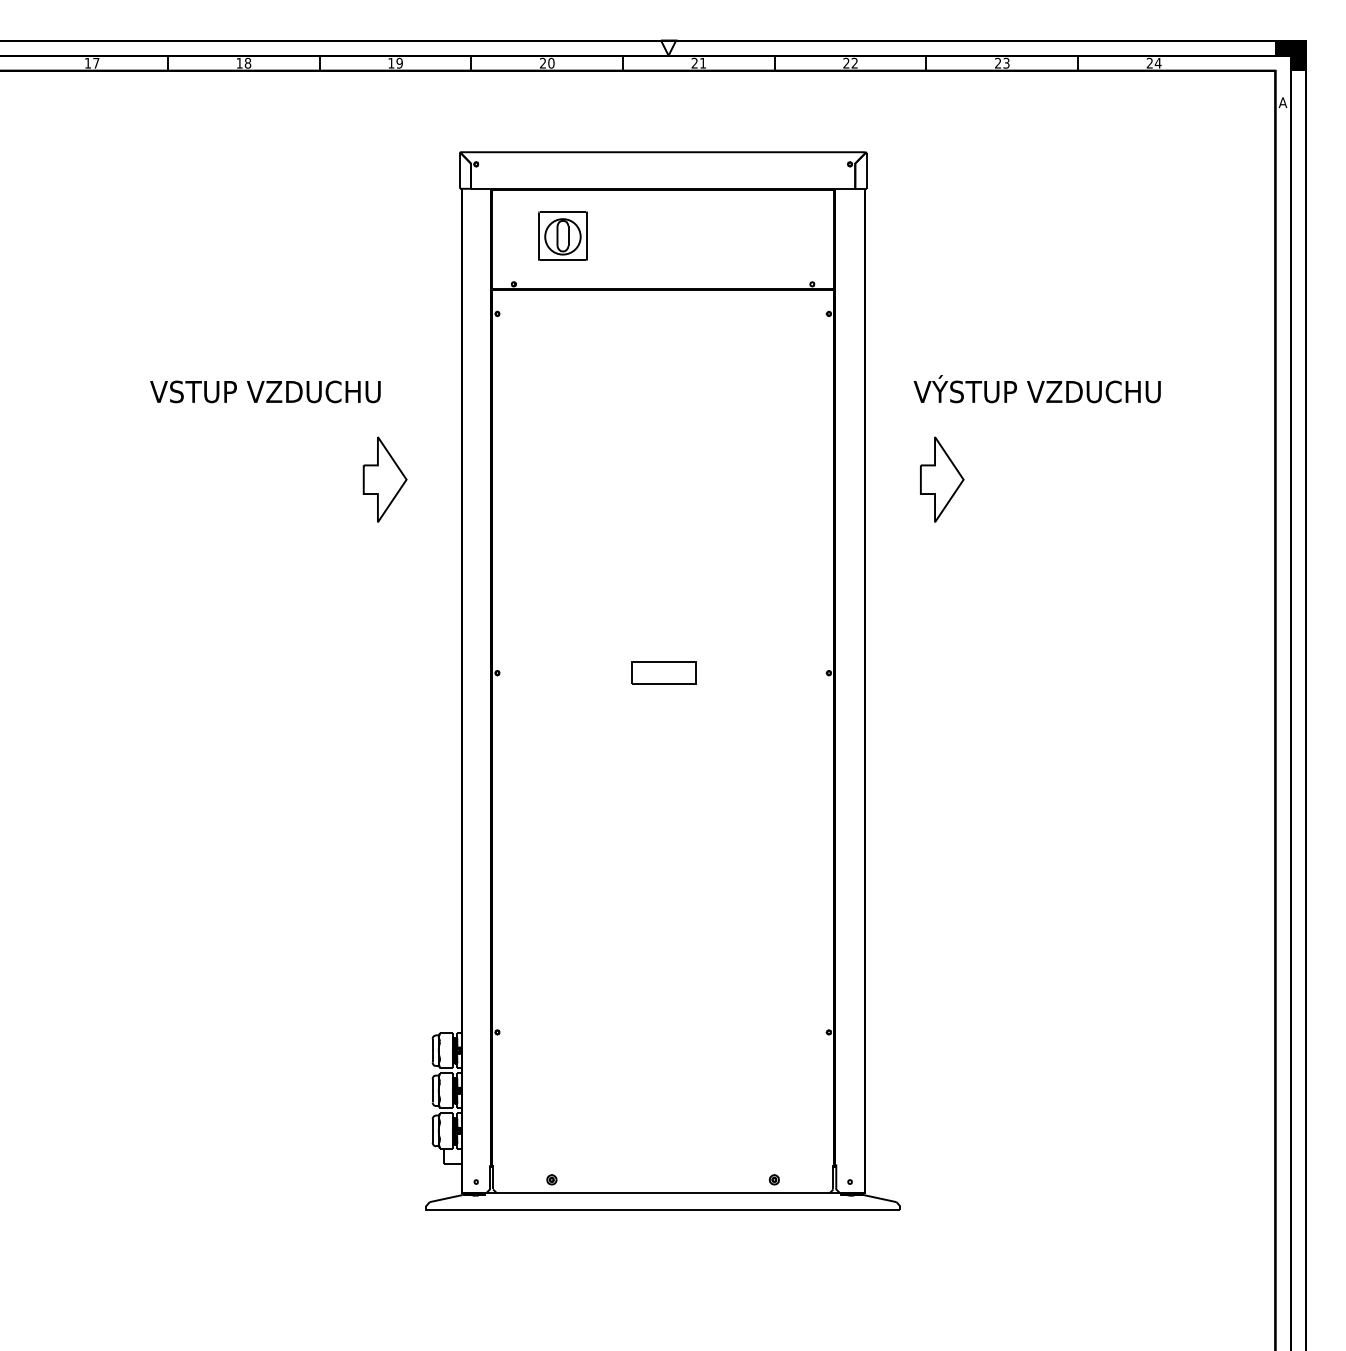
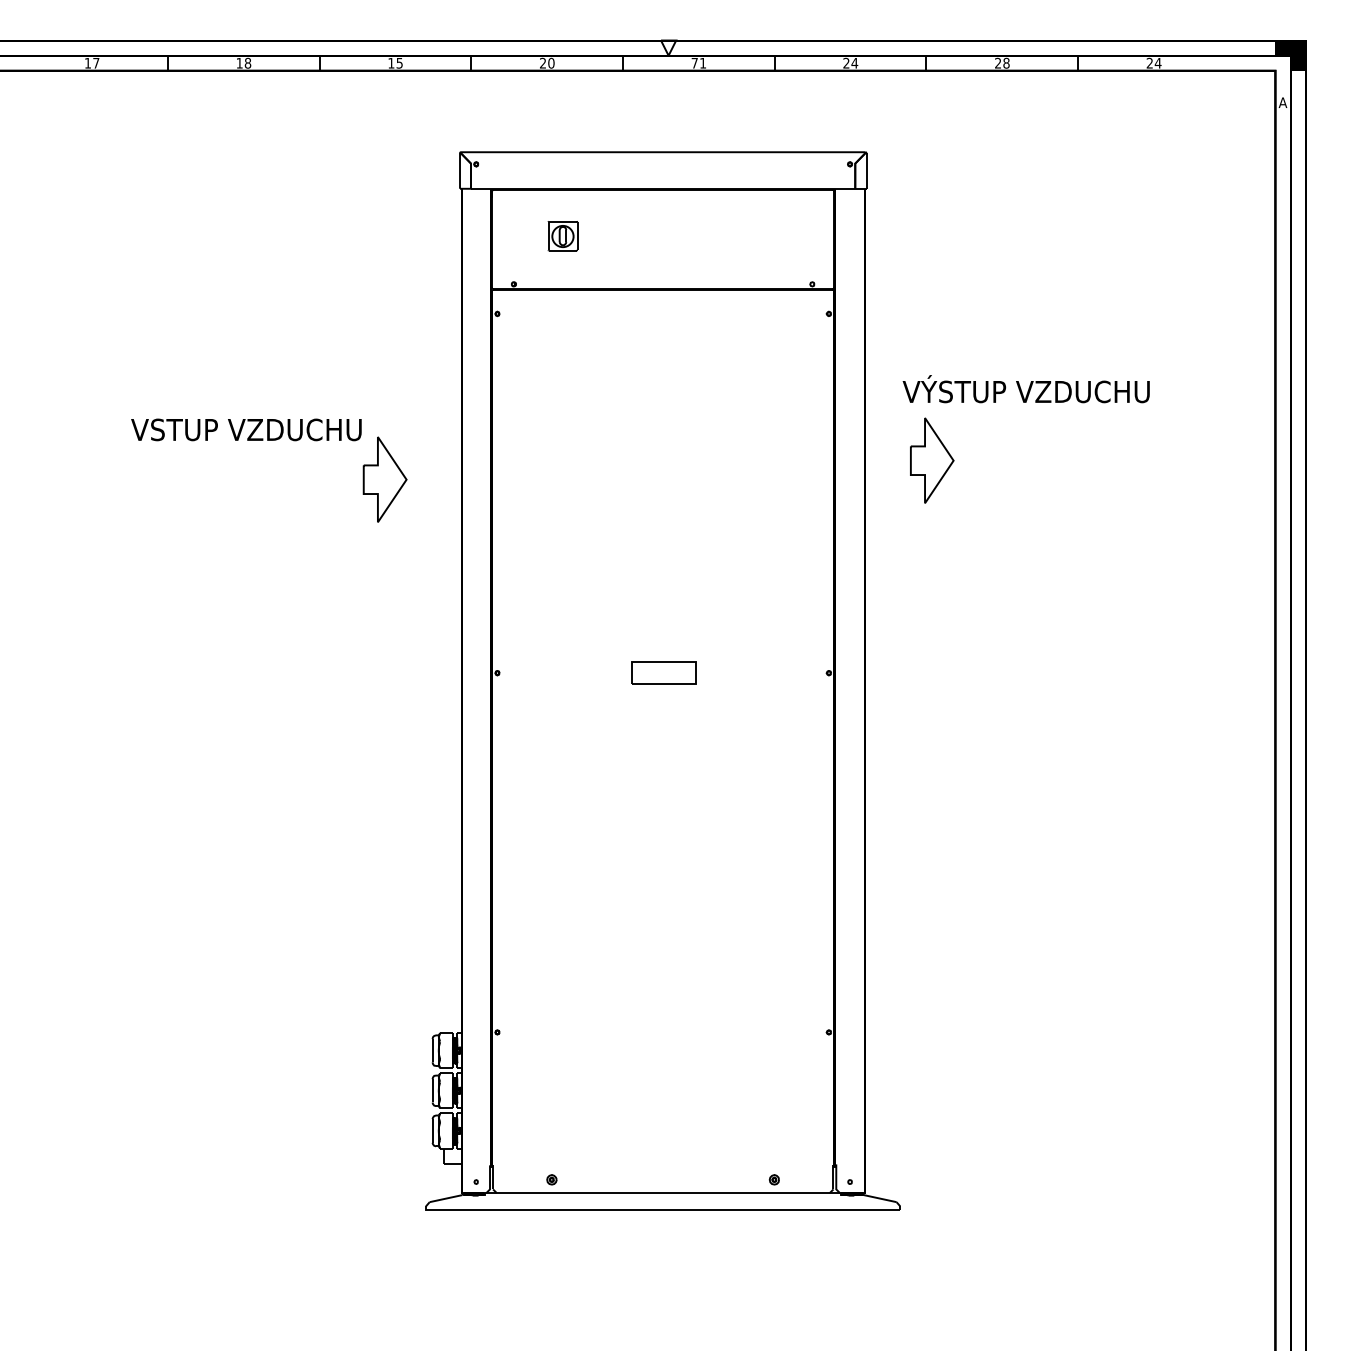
text at (399, 62): 19 -> 15
text at (694, 62): 21 -> 71
text at (854, 62): 22 -> 24
text at (1006, 62): 23 -> 28
part at (562, 235) size: 50x50 px -> 32x31 px
text at (1036, 389) position: (1036, 389) -> (1025, 389)
text at (265, 391) position: (265, 391) -> (246, 429)
part at (942, 479) position: (942, 479) -> (932, 460)
